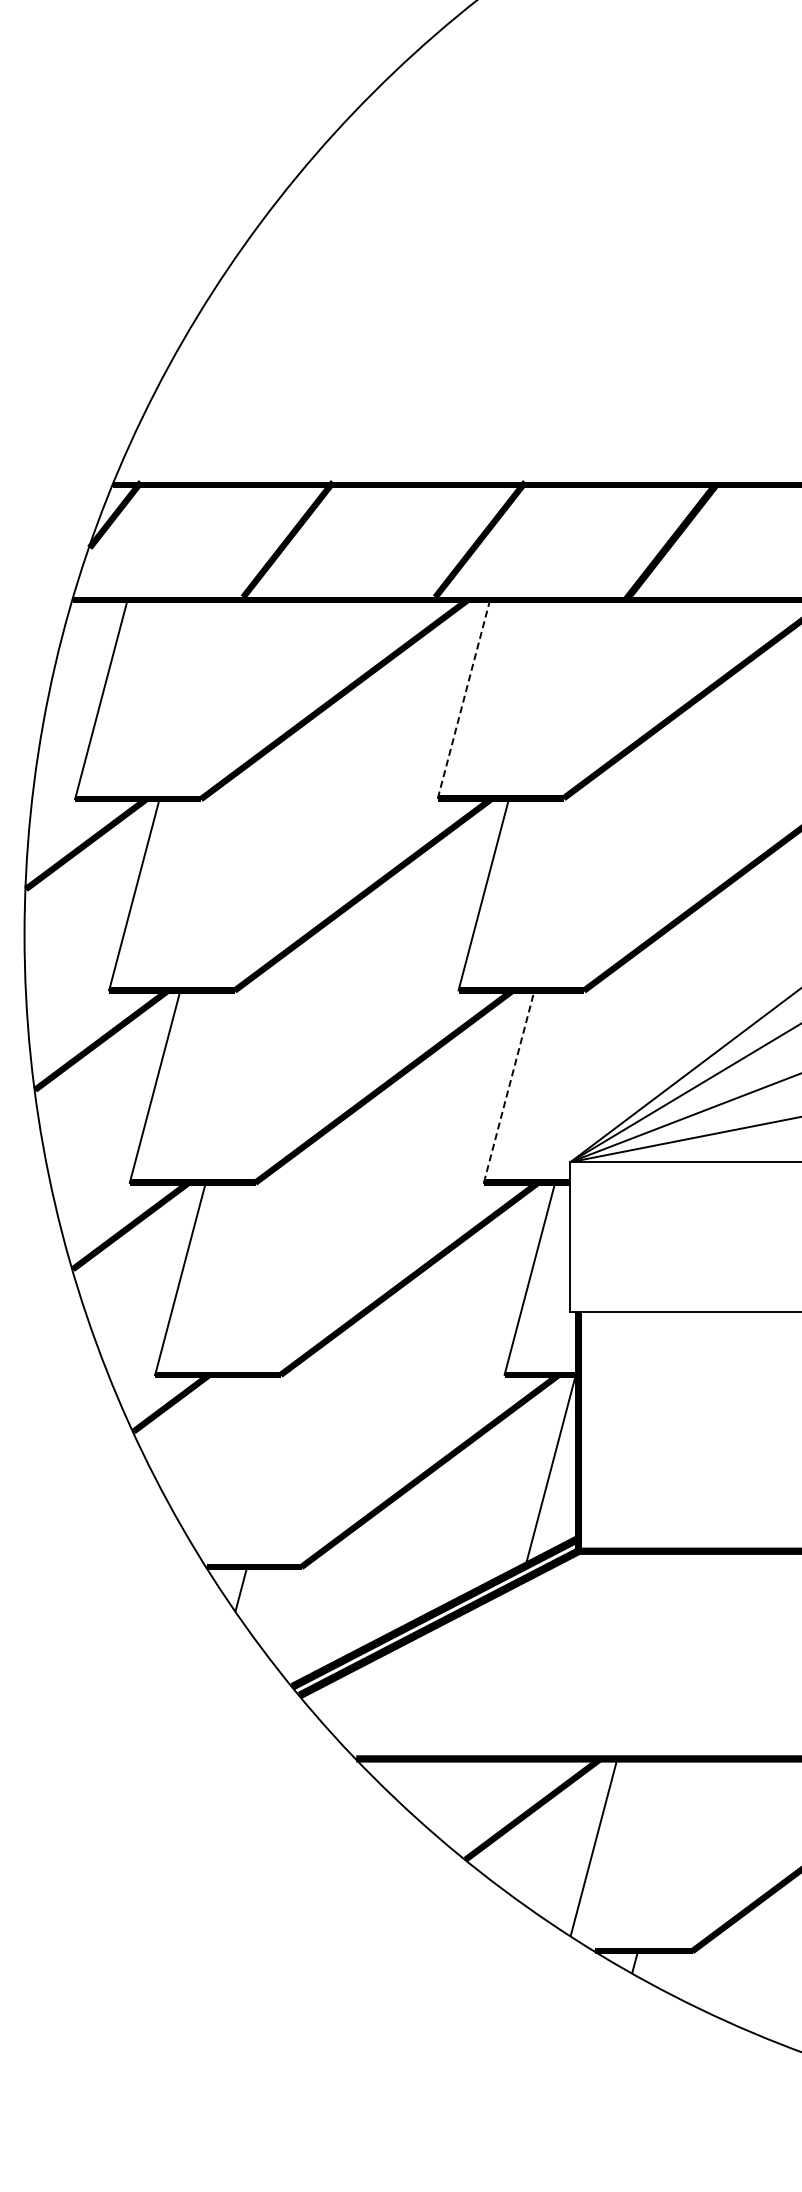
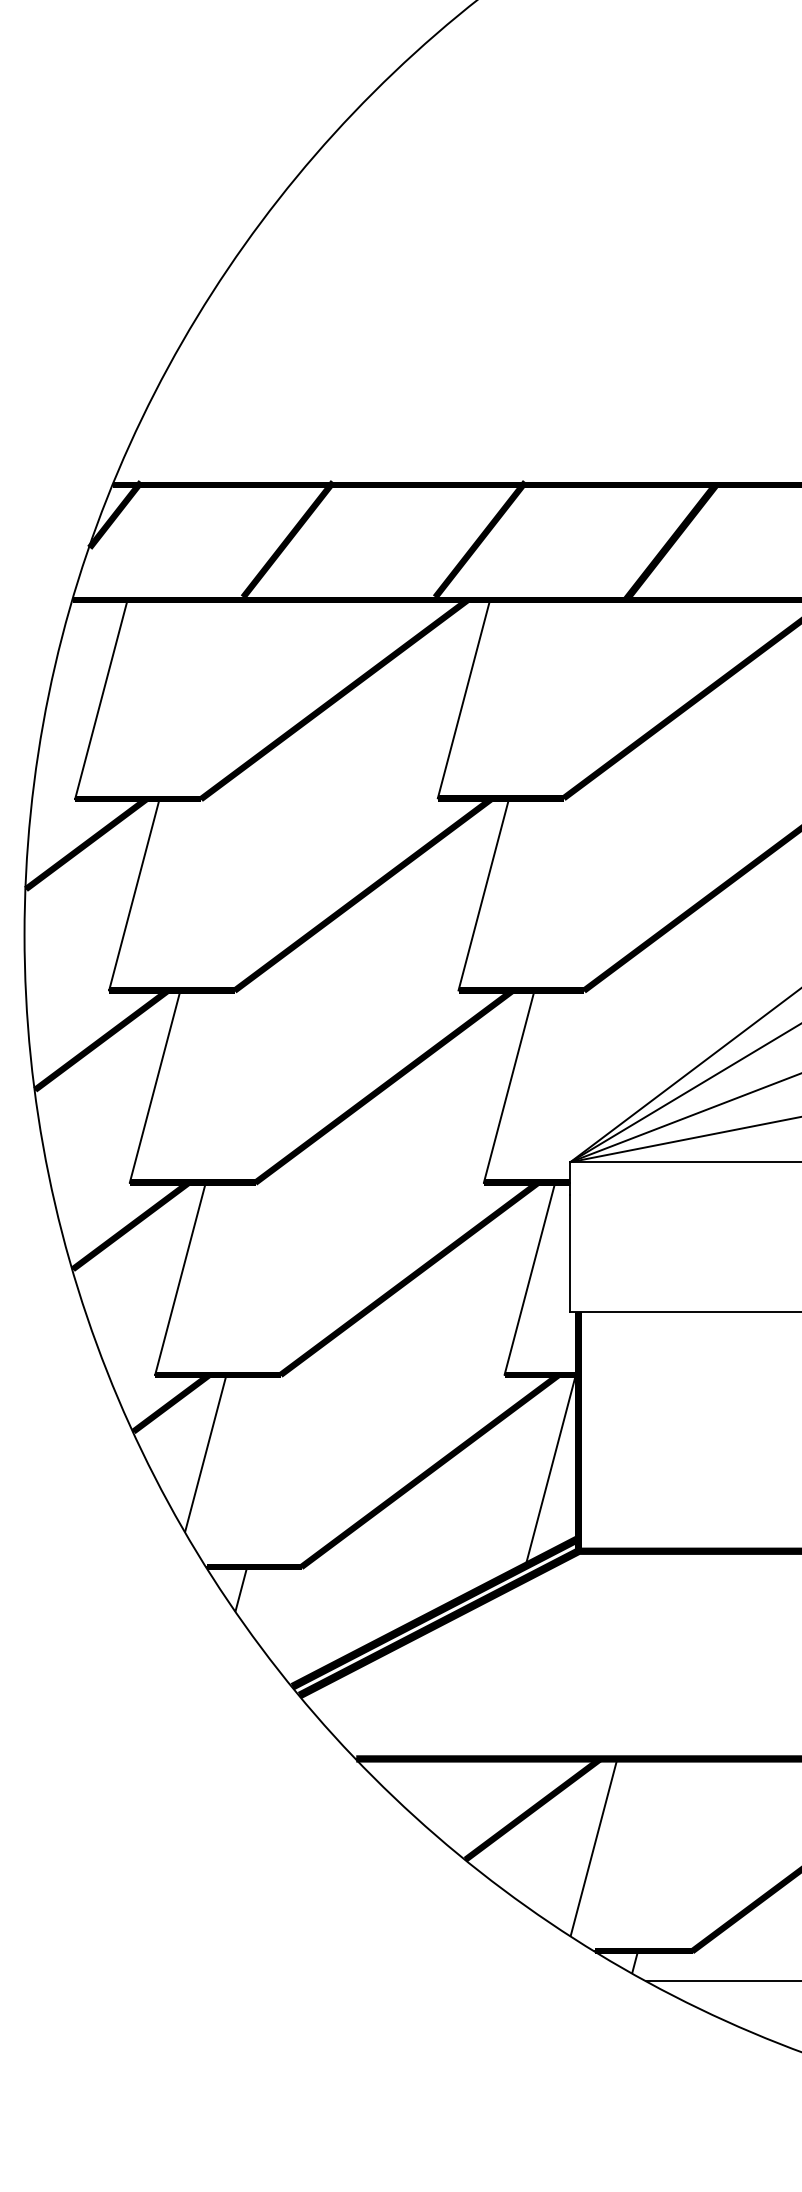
line at (464, 698): dashed -> solid
line at (509, 1086): dashed -> solid
line at (205, 1452): none -> present
line at (722, 1980): none -> present
